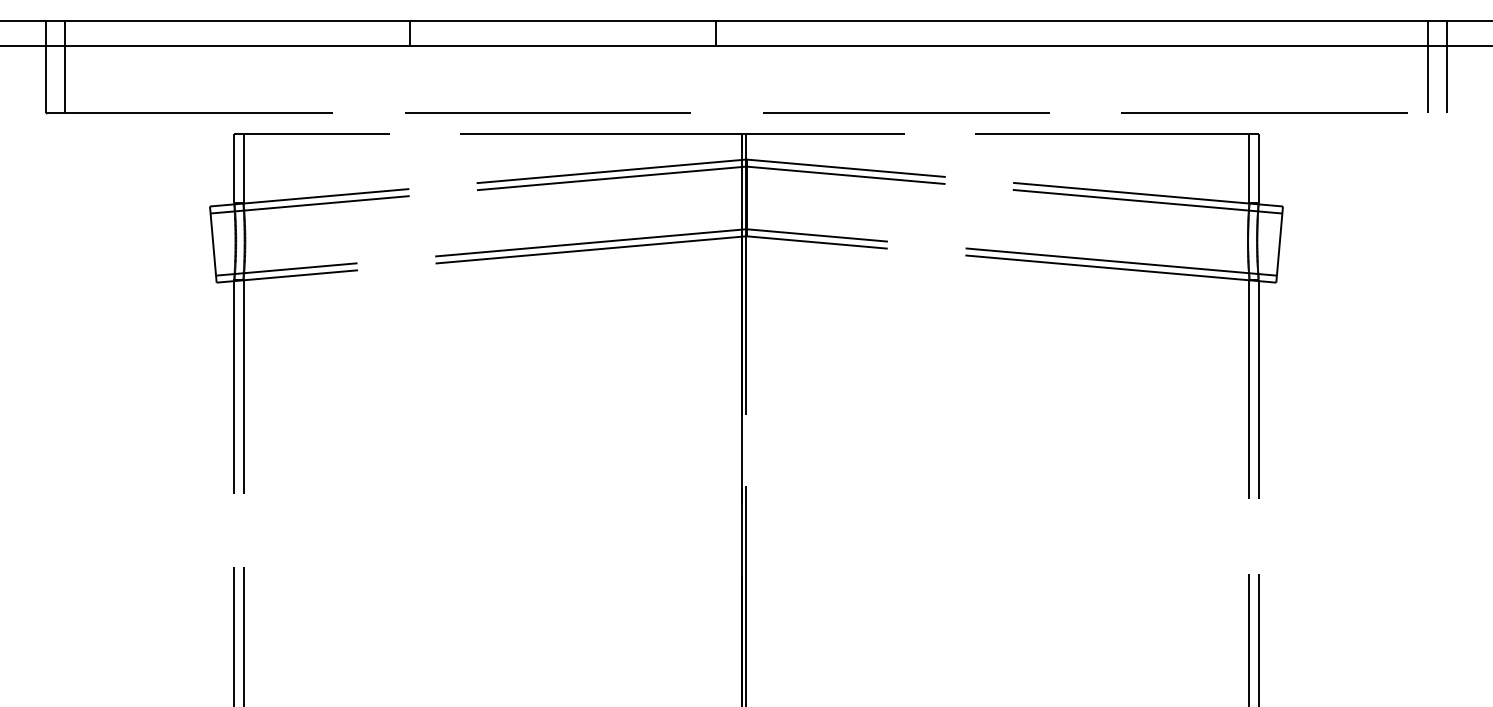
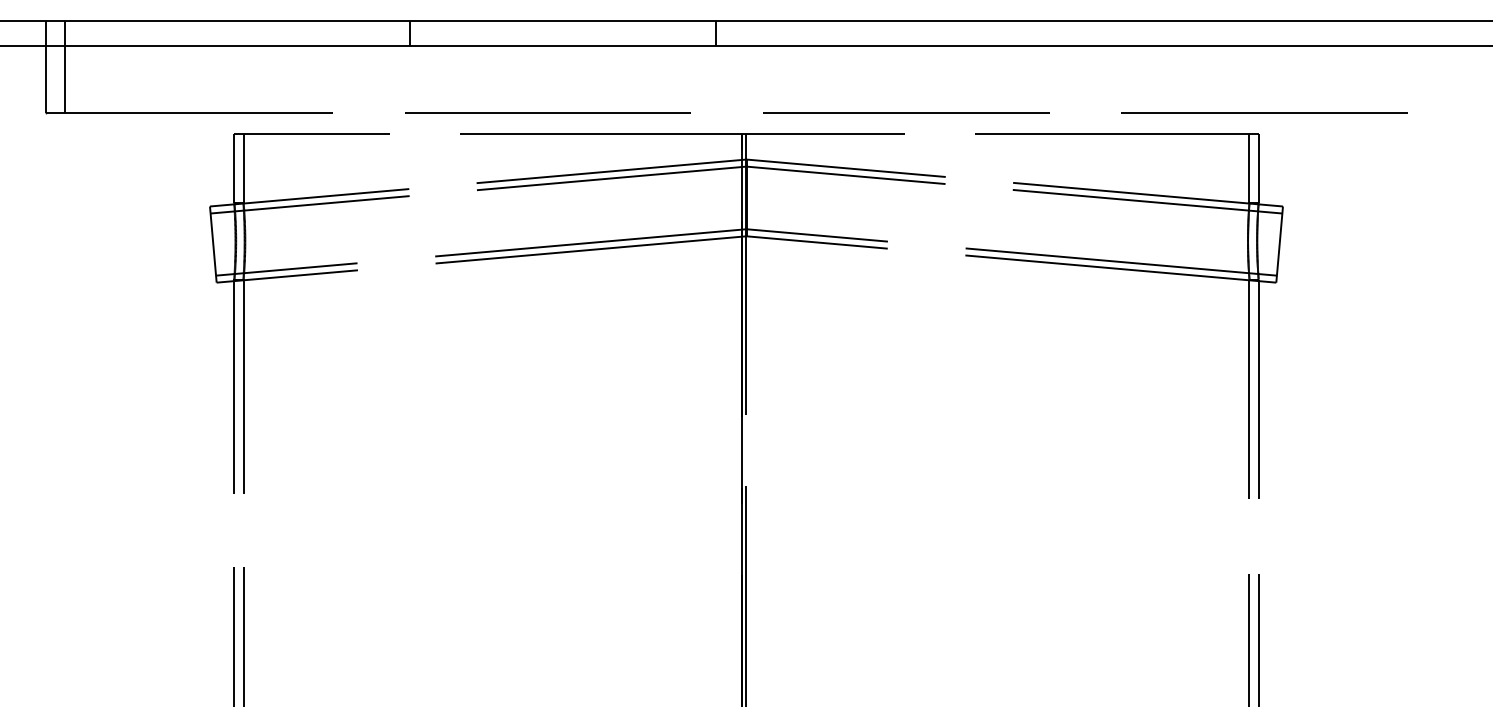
line at (1428, 66): present -> none
line at (1446, 66): present -> none
